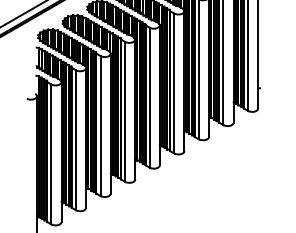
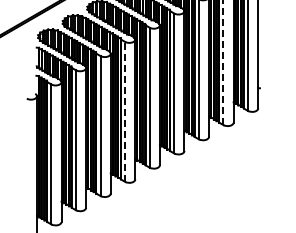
line at (23, 14): present -> none
line at (223, 62): solid -> dashed
line at (125, 111): solid -> dashed
